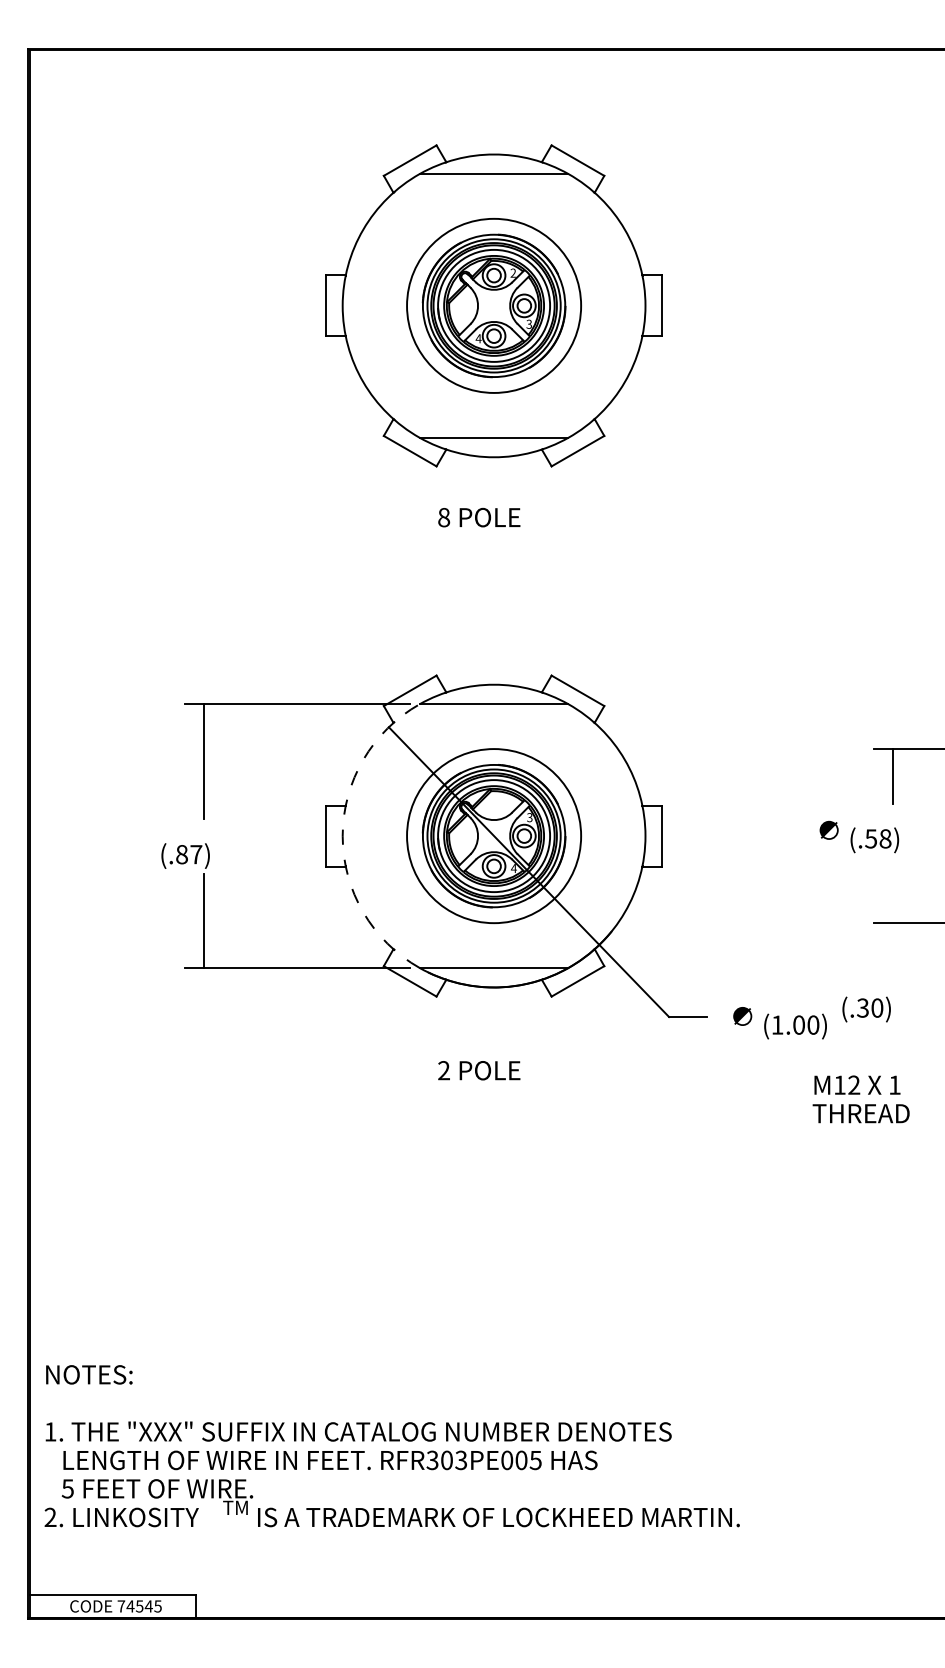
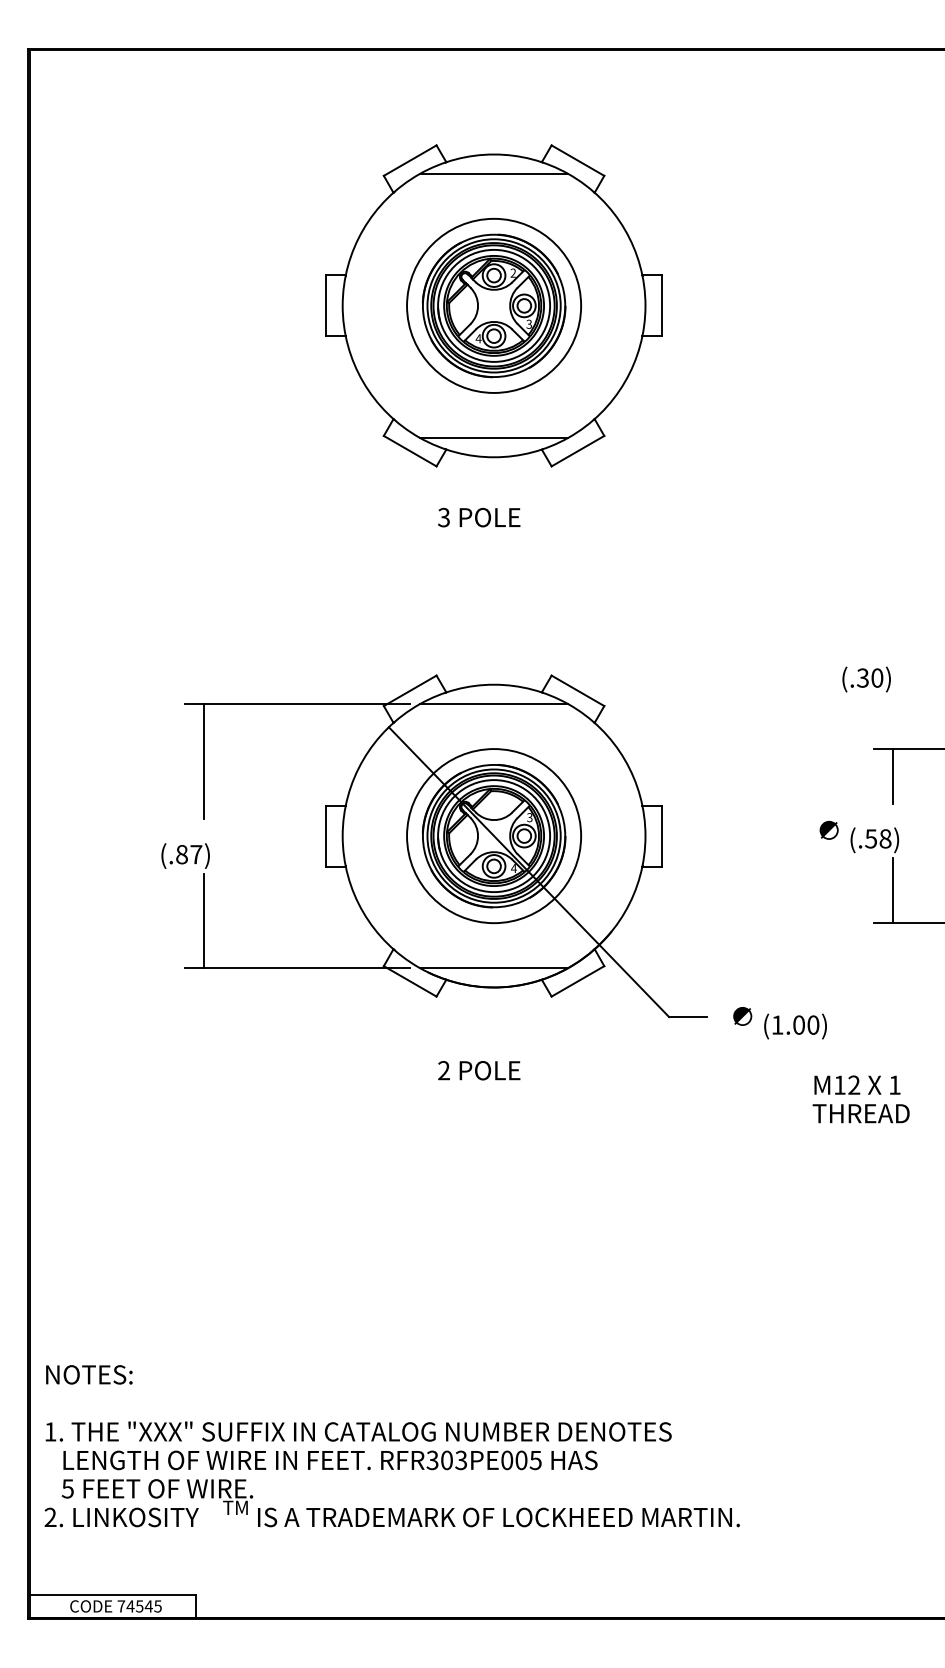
text at (444, 517): 8 -> 3
arc at (342, 836): dashed -> solid
line at (893, 890): none -> present
text at (866, 1009) position: (866, 1009) -> (866, 679)
